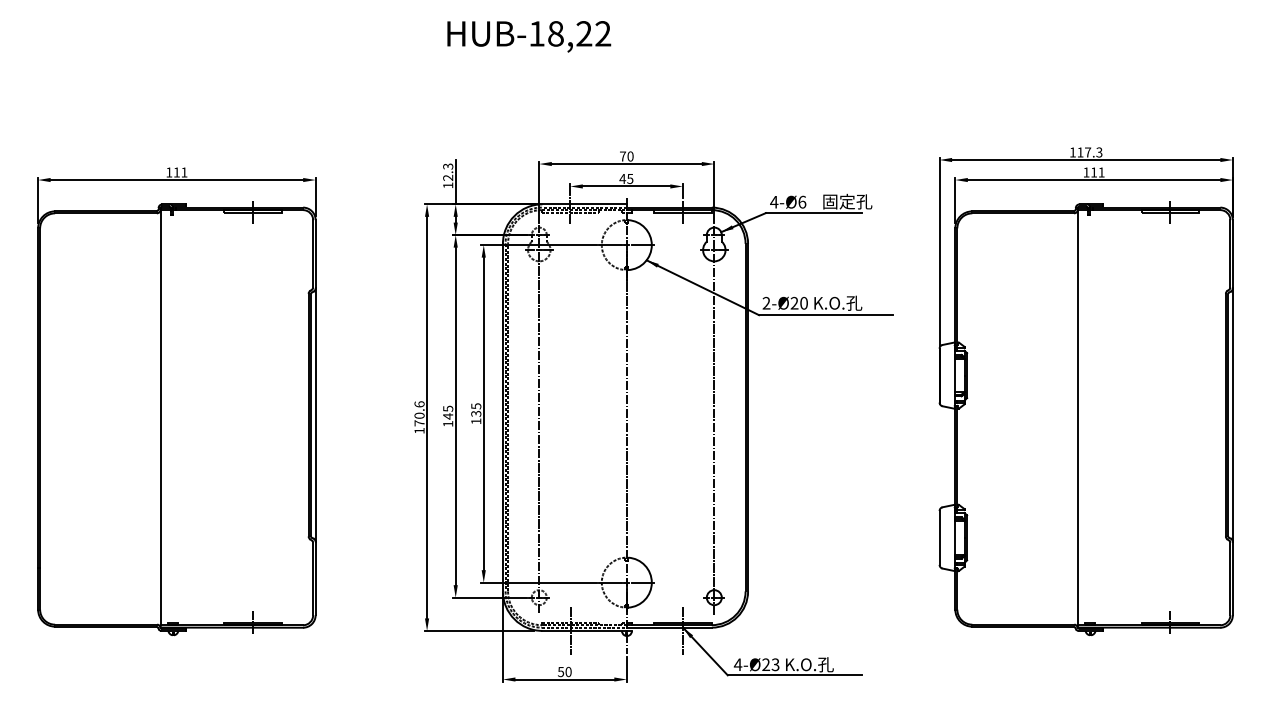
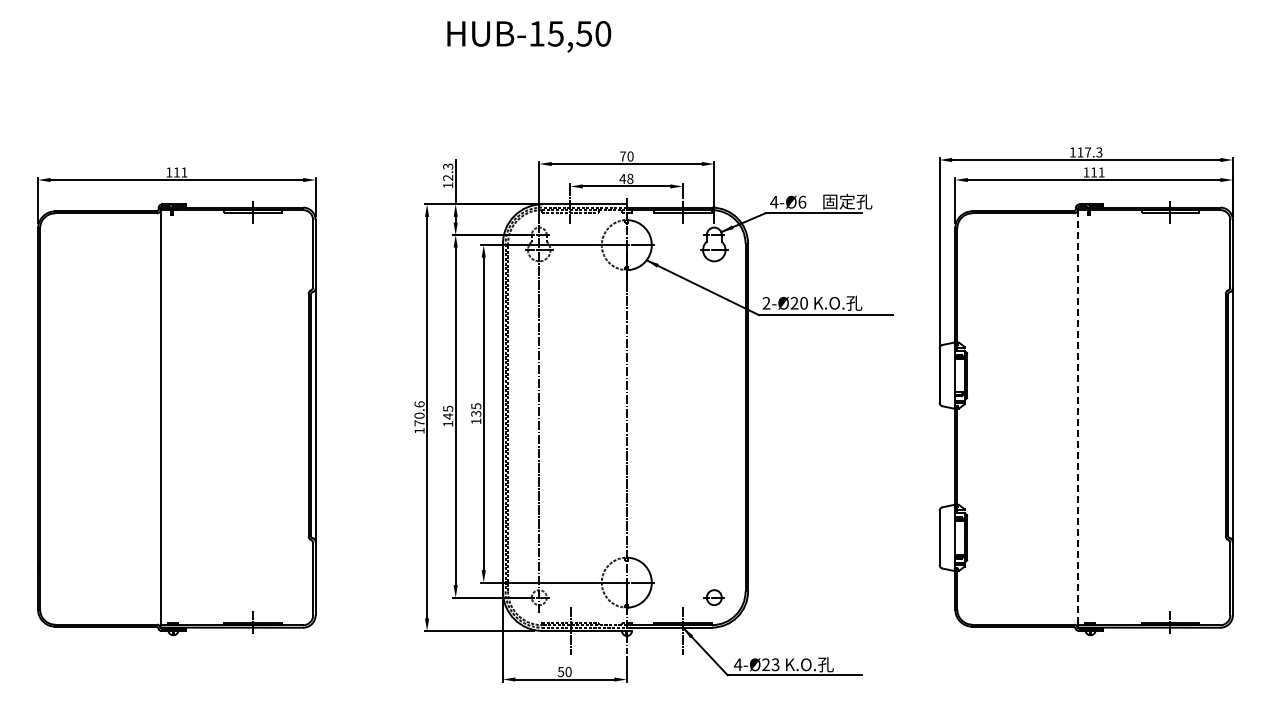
text at (579, 33): HUB-18,22 -> HUB-15,50
text at (630, 178): 45 -> 48
line at (1077, 417): solid -> dashed
line at (714, 419): present -> none
